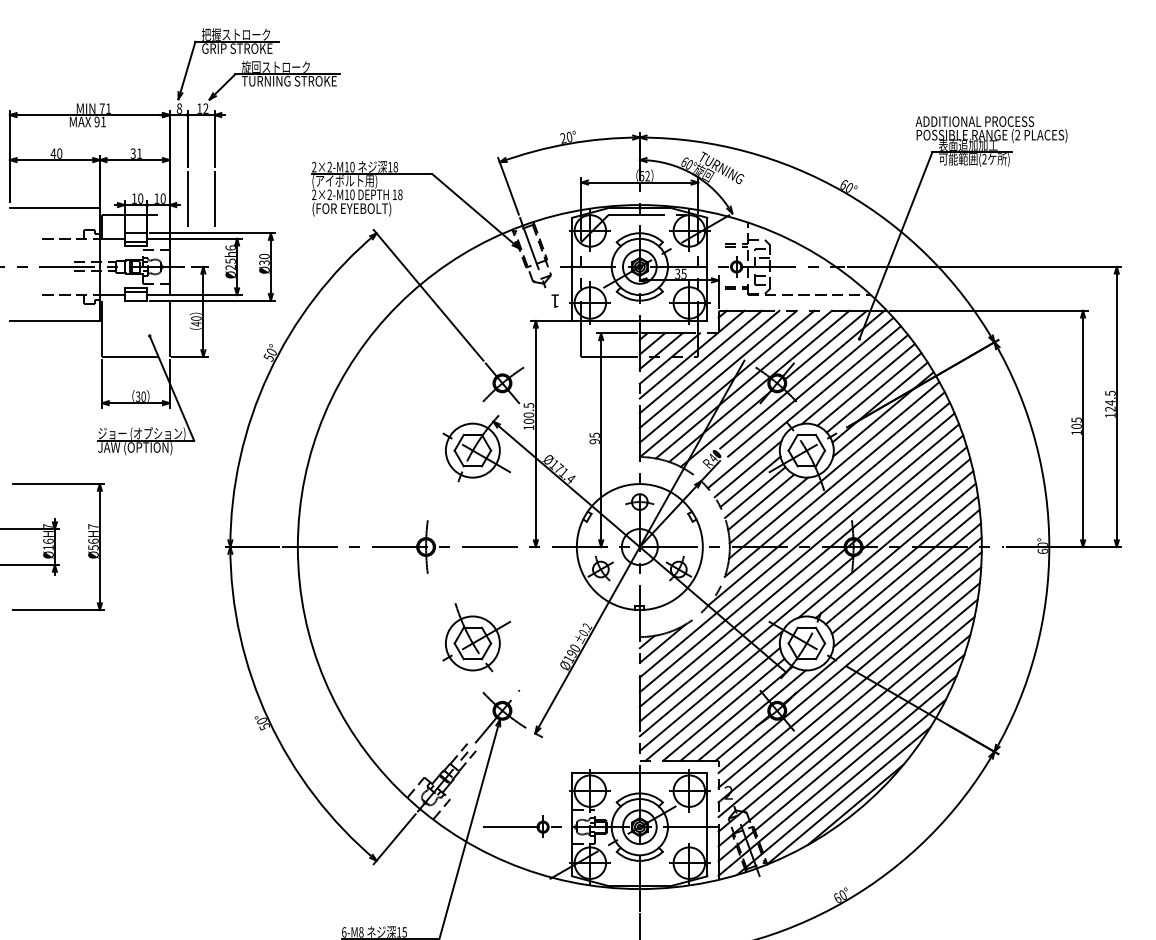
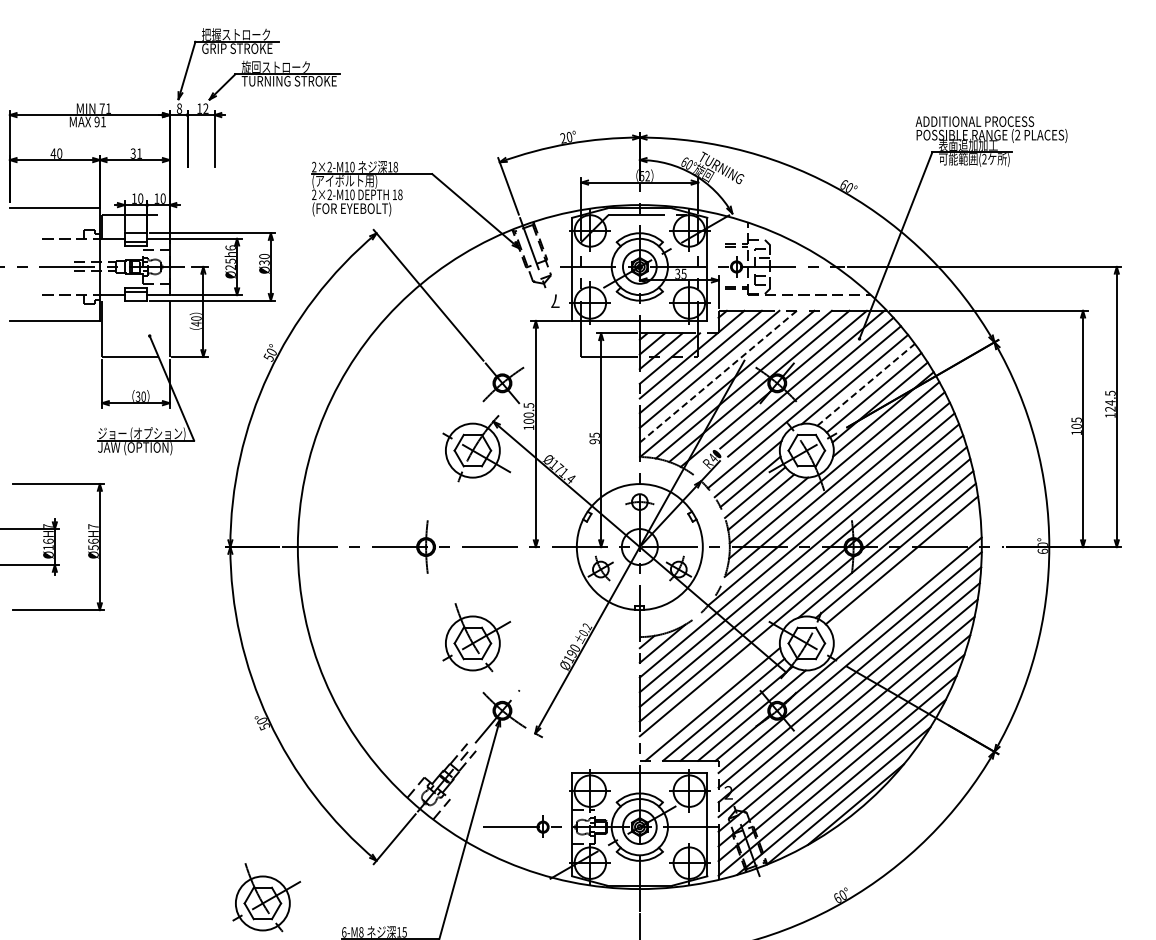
line at (187, 198): present -> none
line at (214, 198): present -> none
text at (555, 300): 1 -> 7
line at (718, 376): solid -> dashed
line at (866, 384): solid -> dashed
line at (905, 571): present -> none
line at (907, 585): present -> none
line at (710, 690): present -> none
part at (266, 897): none -> present
